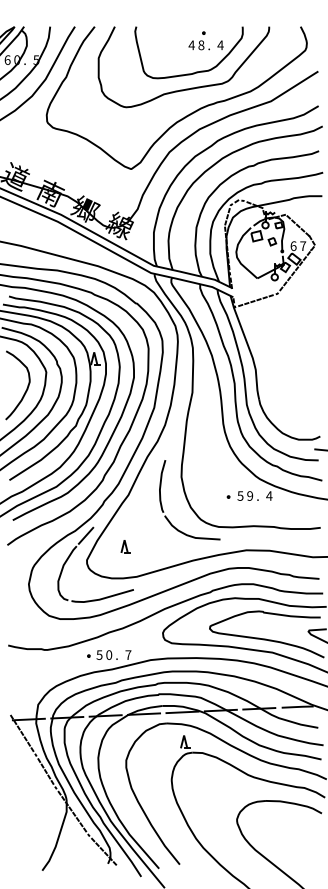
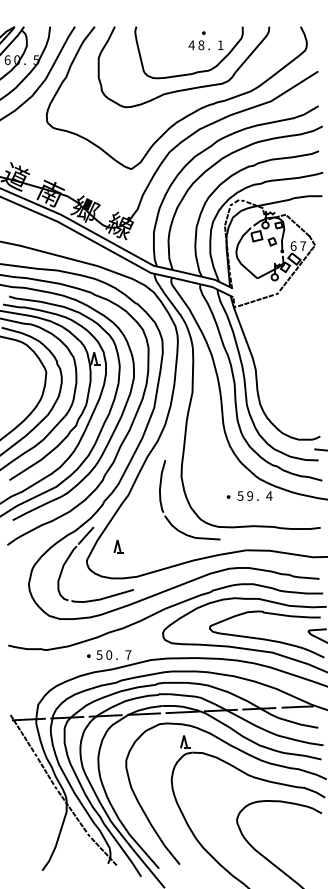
text at (220, 45): 4 -> 1
curve at (25, 390): present -> none
part at (125, 546) position: (125, 546) -> (118, 546)
